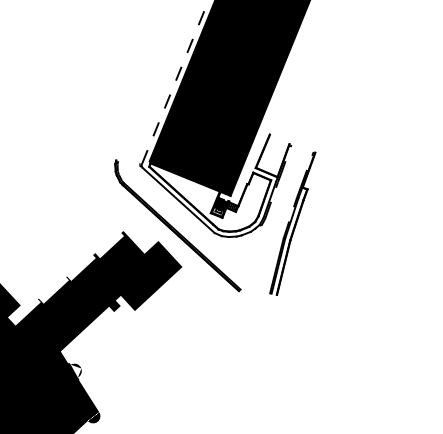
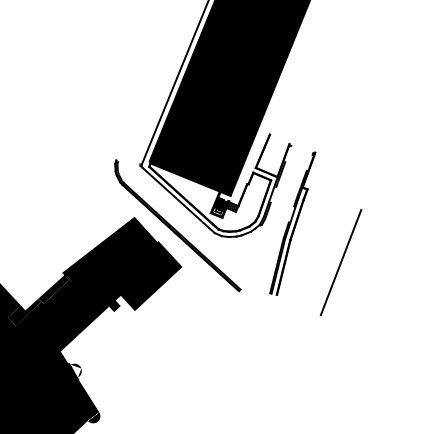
line at (175, 81): dashed -> solid
line at (340, 262): none -> present
fill at (82, 270): none -> present
